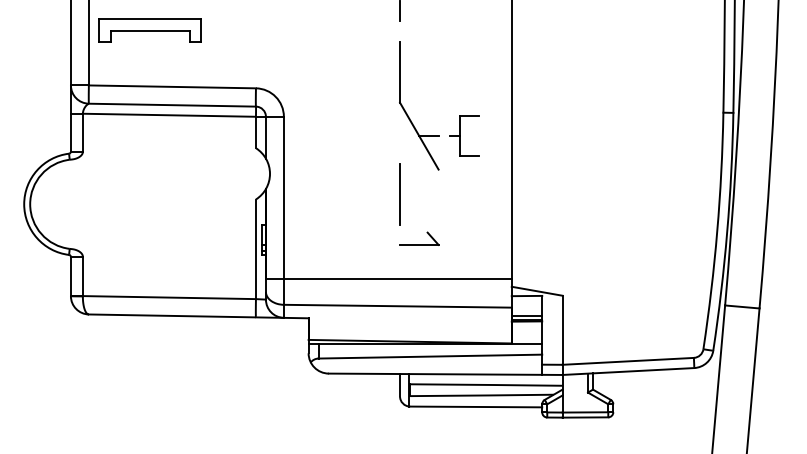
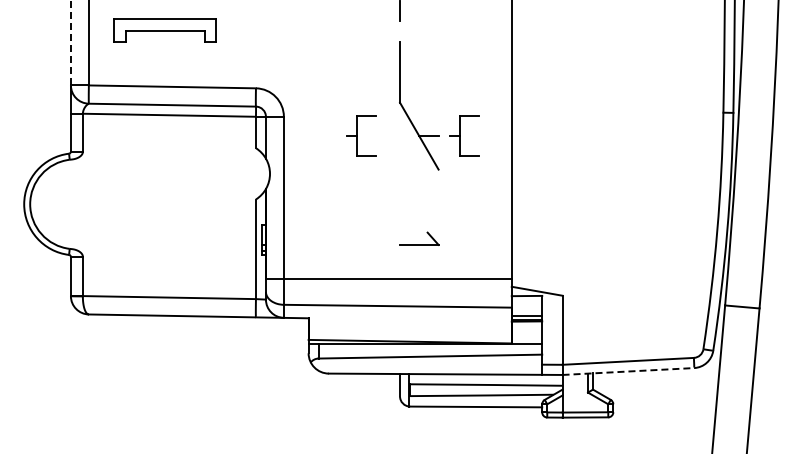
part at (149, 30) position: (149, 30) -> (164, 30)
line at (70, 42): solid -> dashed
part at (361, 135): none -> present
line at (400, 193): present -> none
line at (628, 371): solid -> dashed
